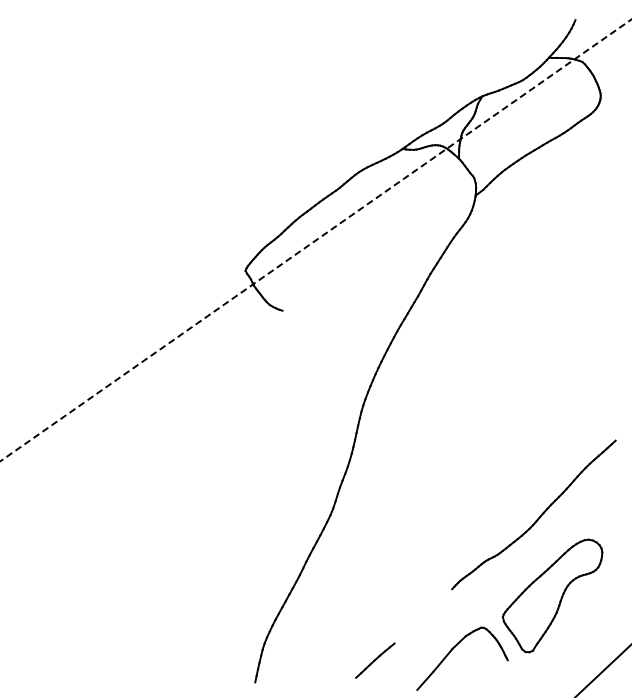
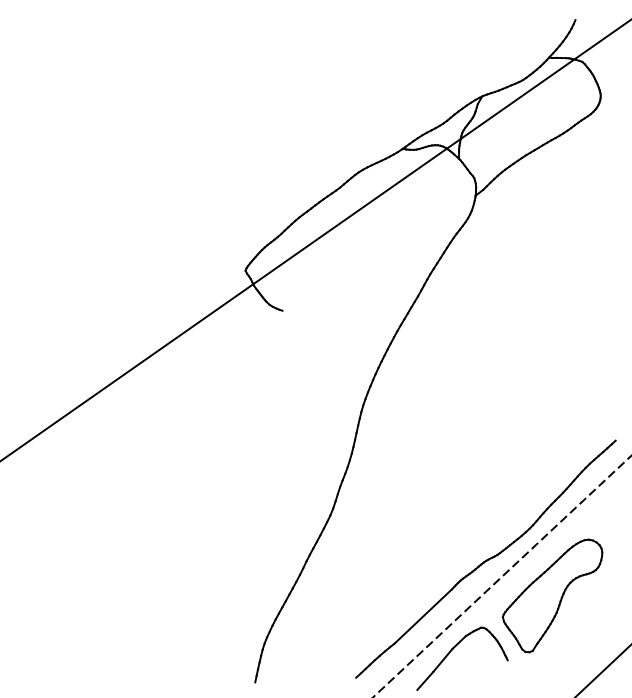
line at (316, 240): dashed -> solid
line at (502, 576): none -> present
line at (423, 616): none -> present
